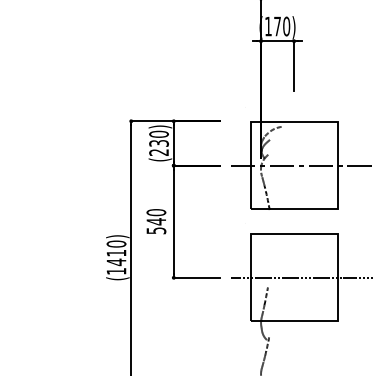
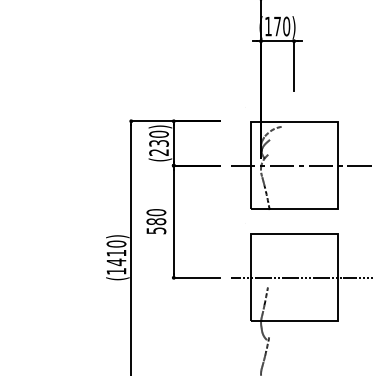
text at (156, 221): 540 -> 580
